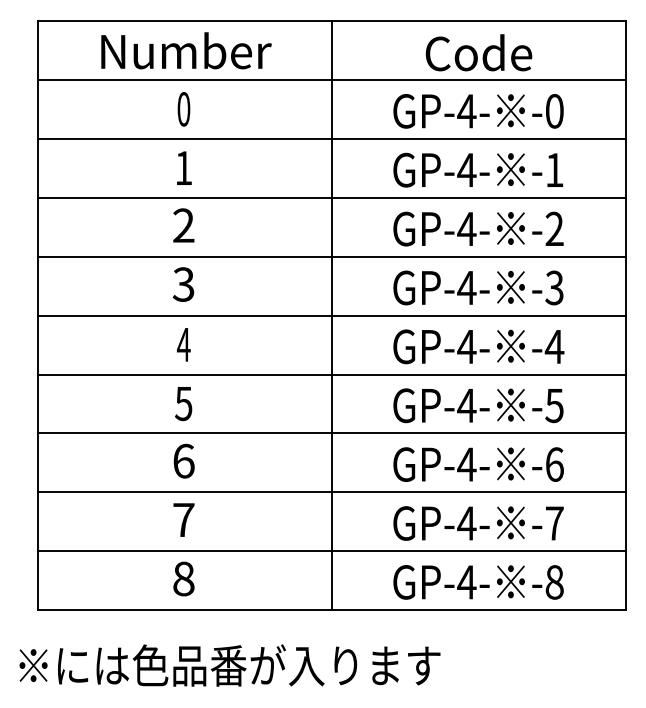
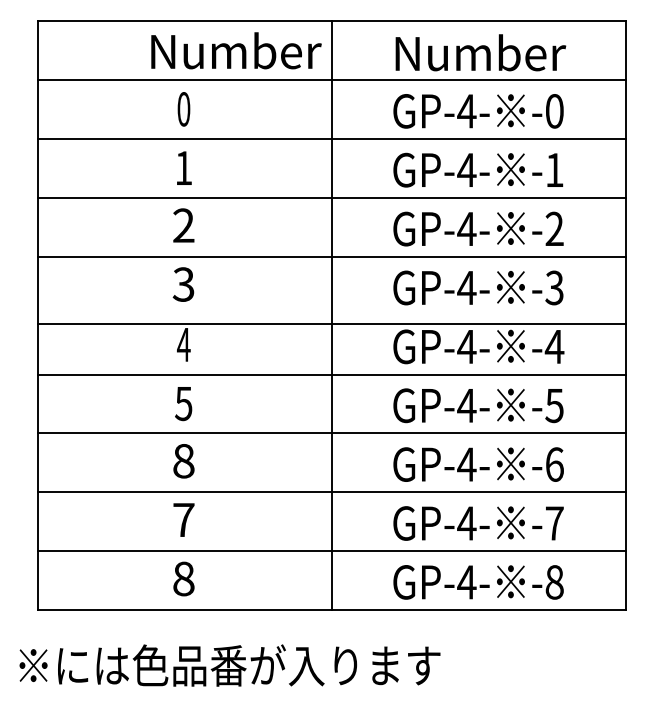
text at (186, 50) position: (186, 50) -> (236, 50)
text at (480, 52): Code -> Number
line at (331, 315) position: (331, 315) -> (331, 323)
text at (183, 460): 6 -> 8
